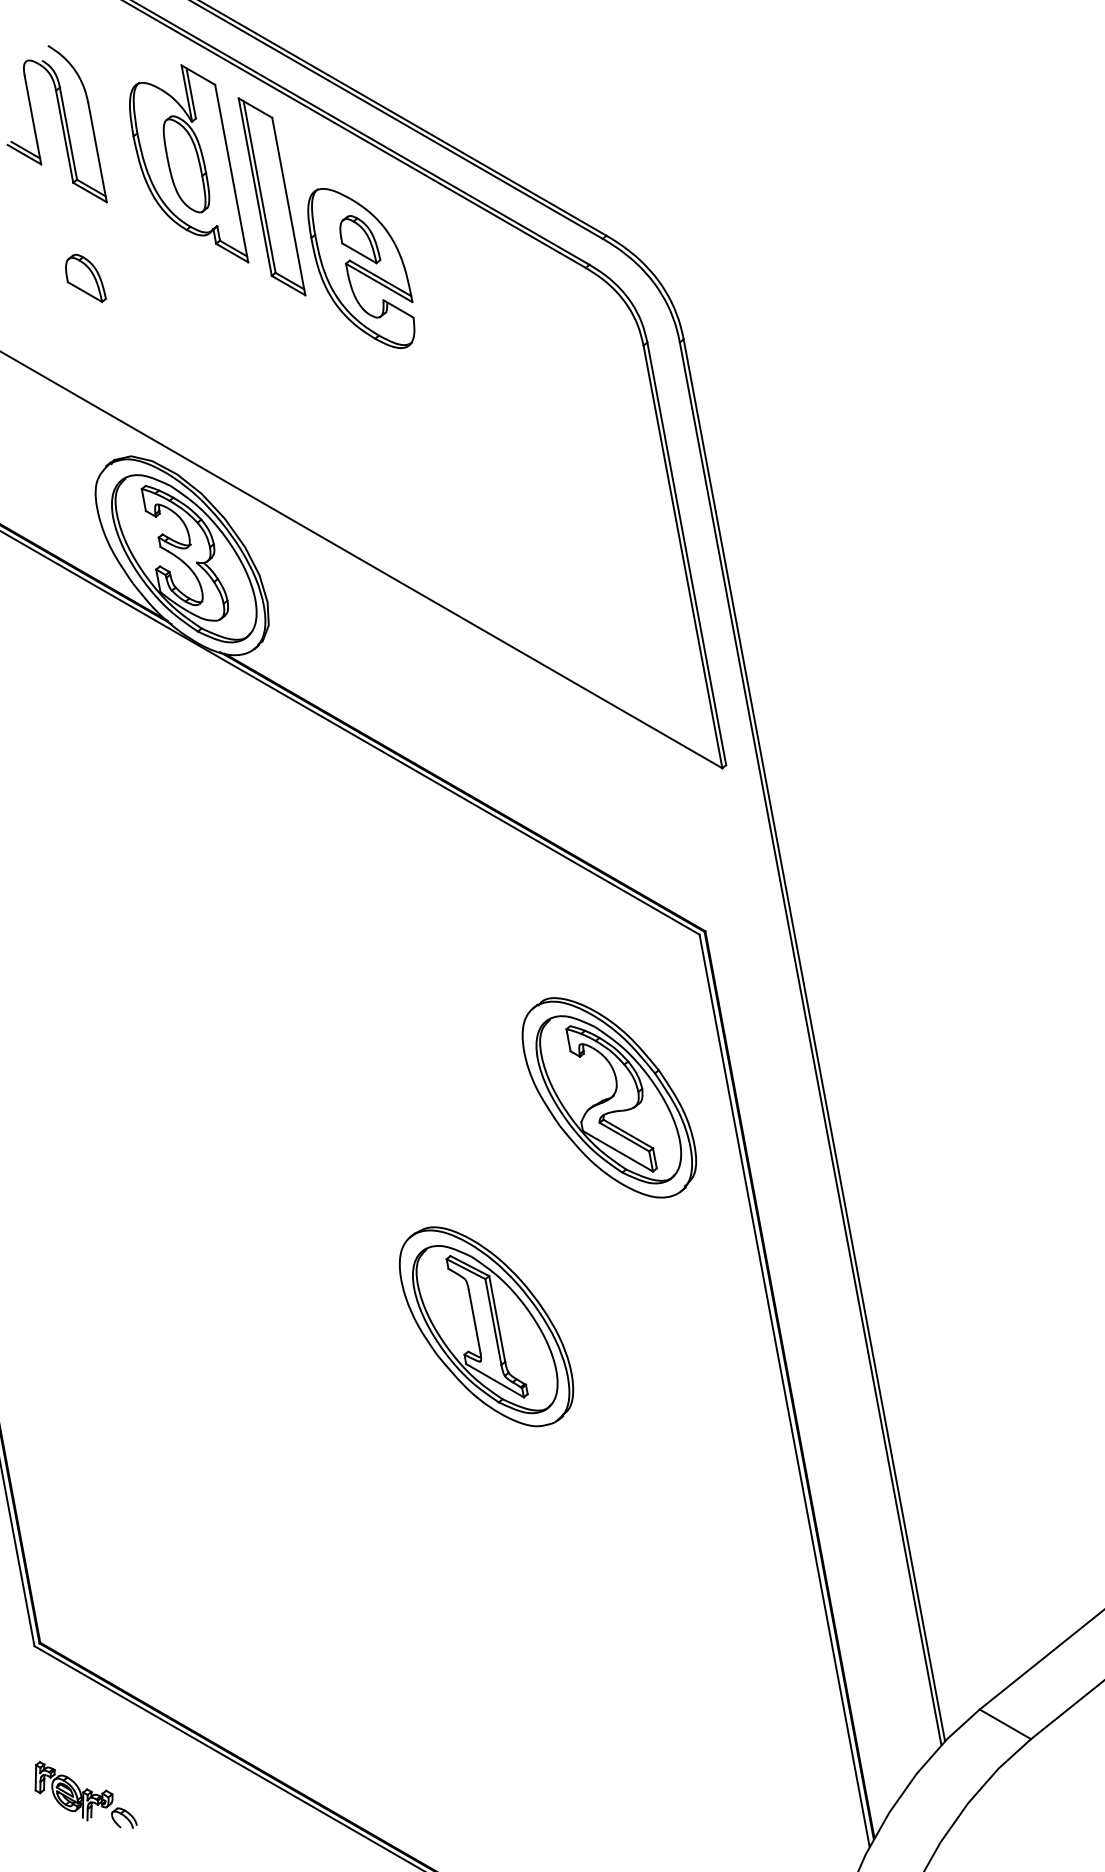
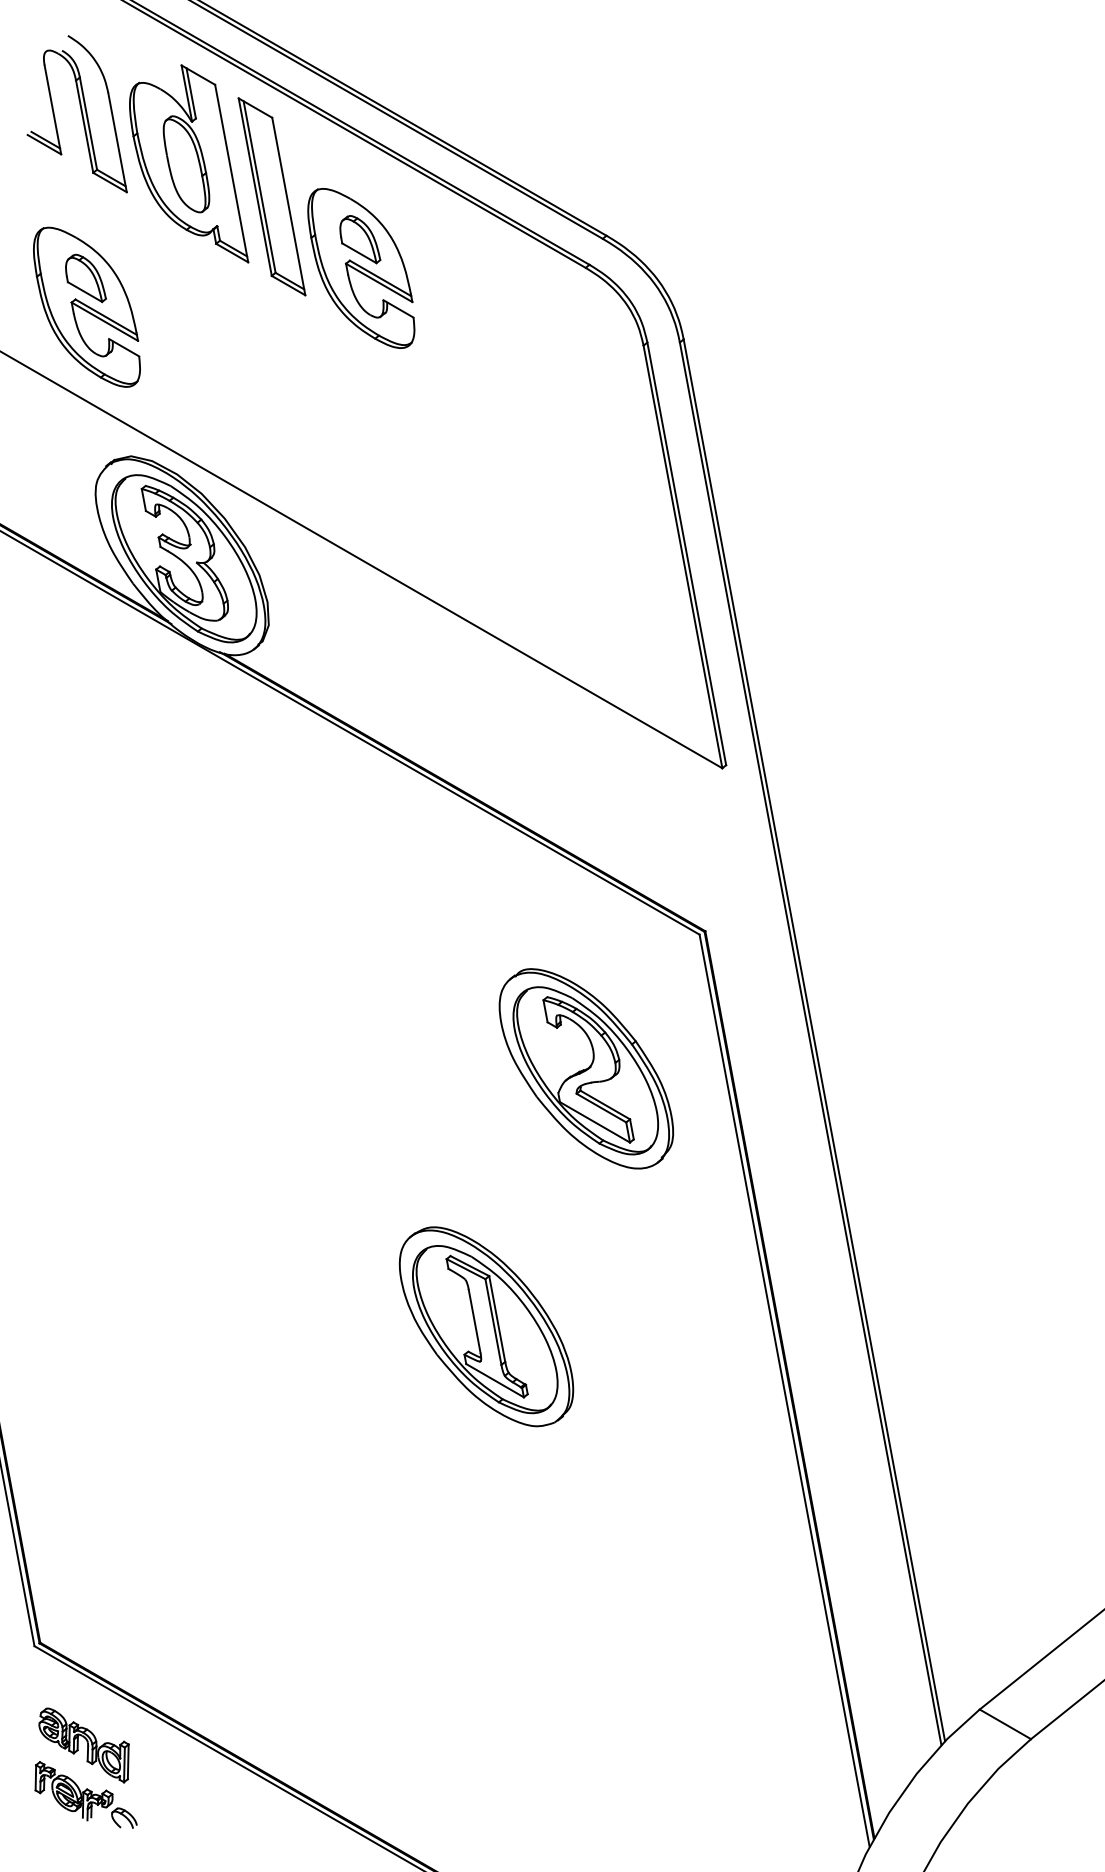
part at (56, 124) position: (56, 124) -> (76, 114)
part at (86, 306): none -> present
part at (609, 1097) position: (609, 1097) -> (586, 1068)
part at (83, 1745): none -> present
